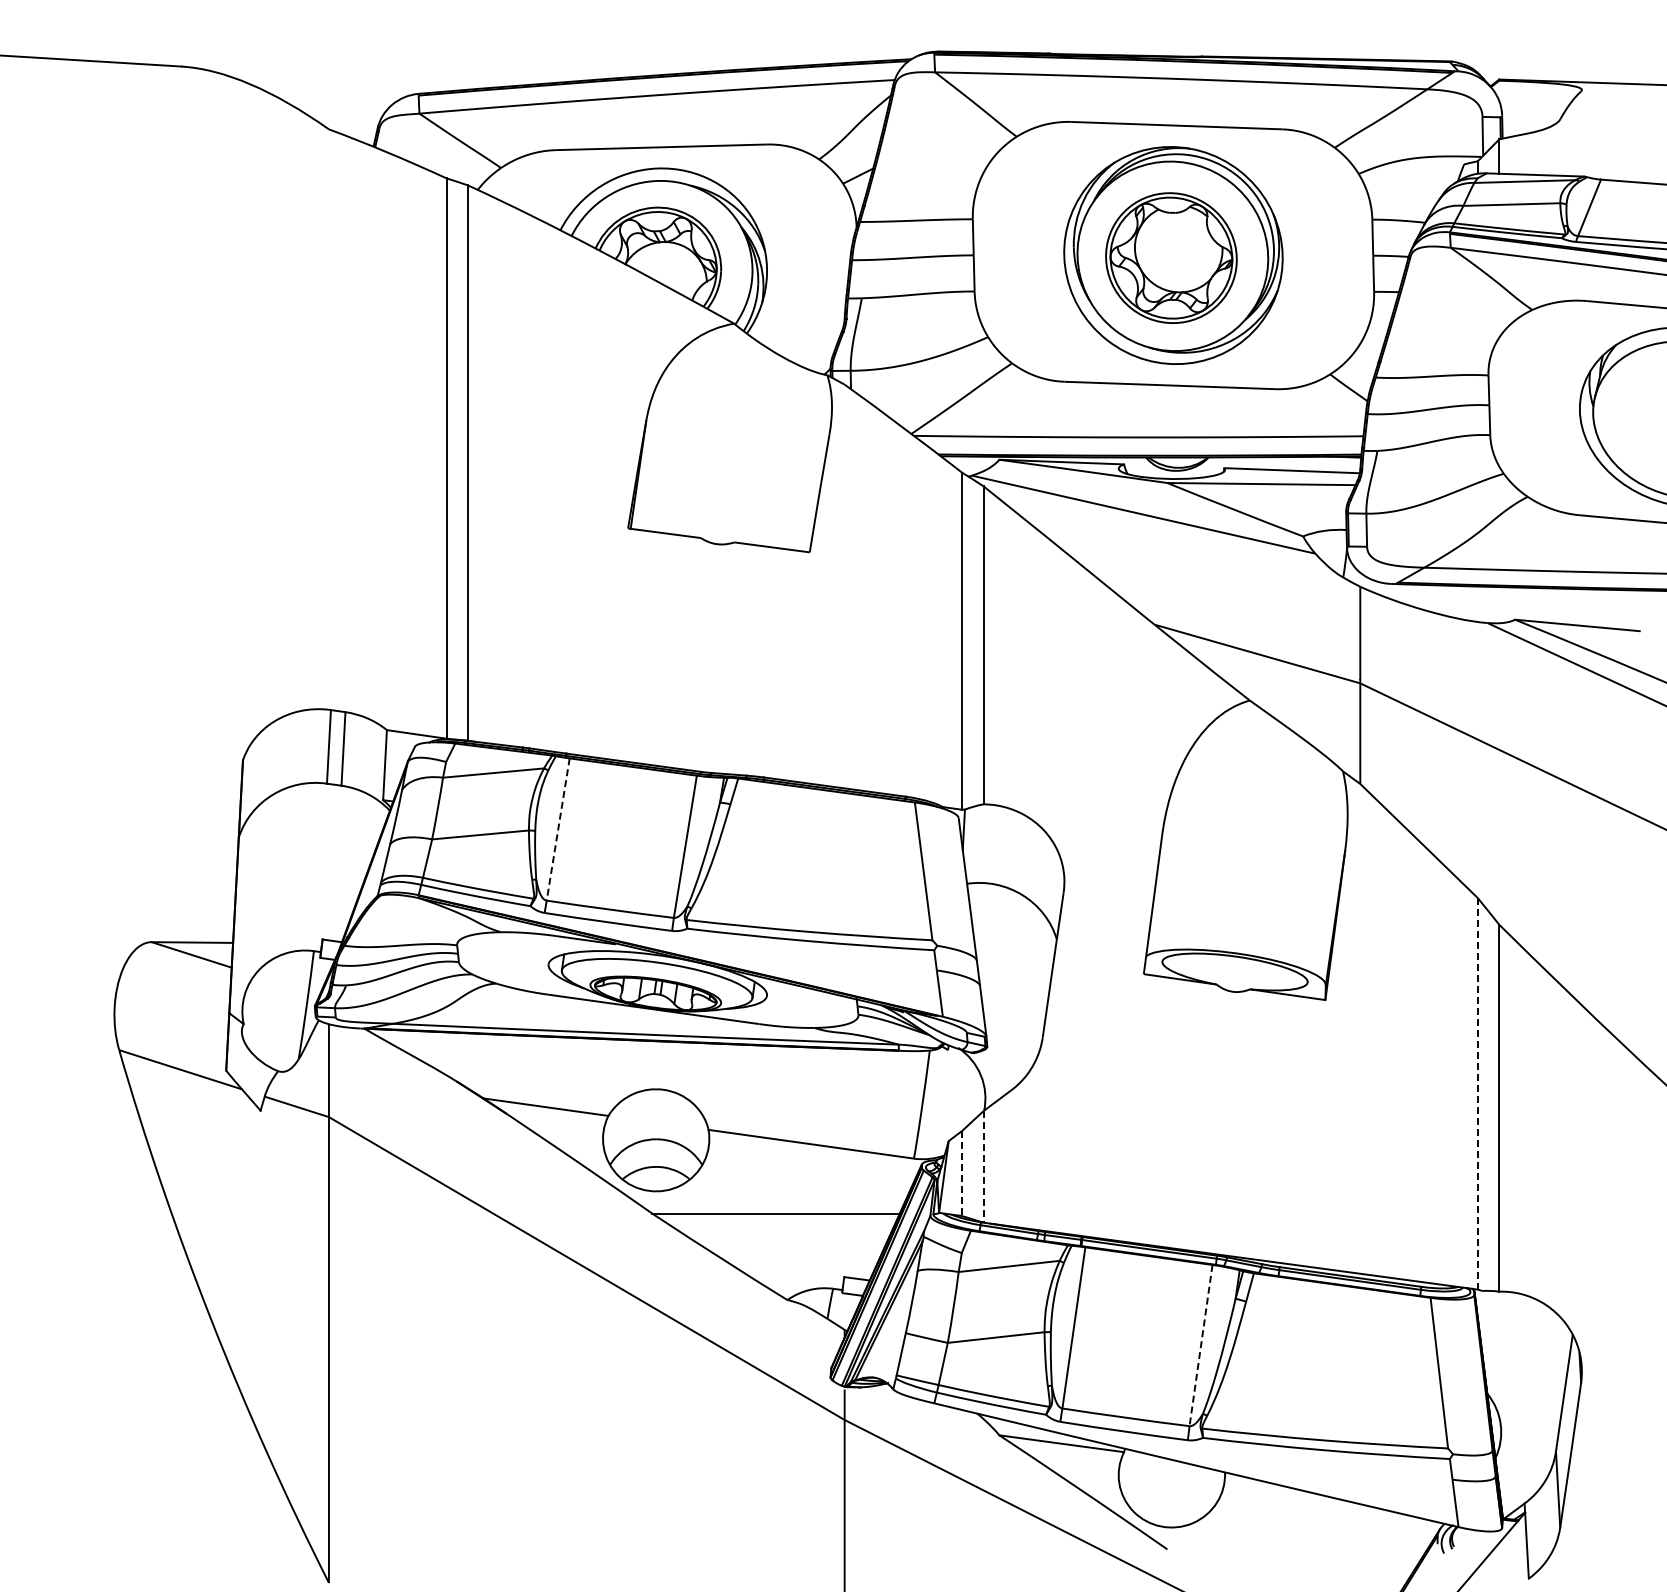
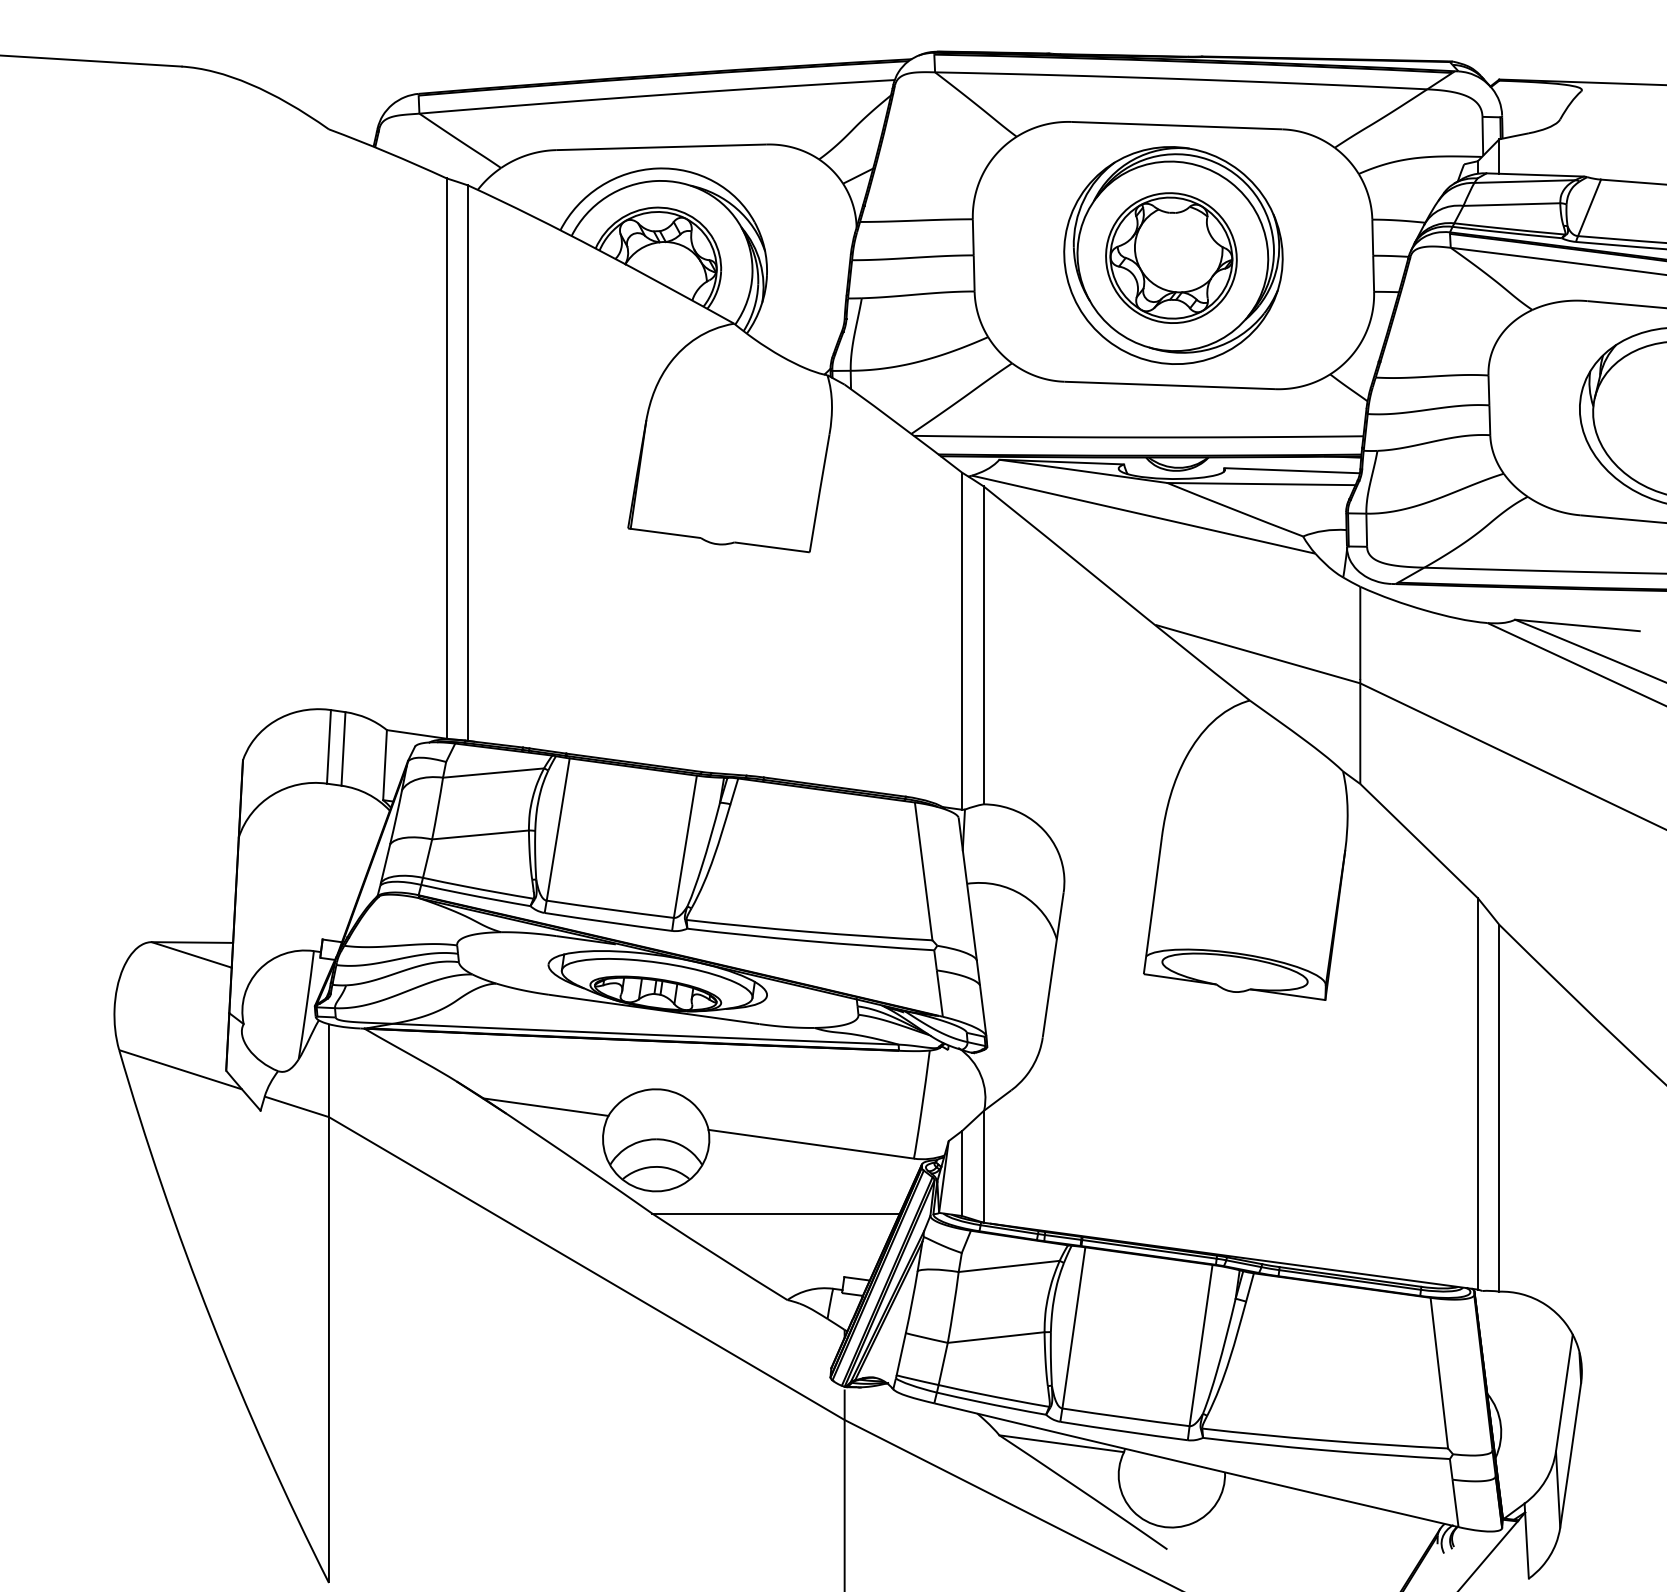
line at (558, 830): dashed -> solid
line at (1477, 1093): dashed -> solid
line at (983, 1166): dashed -> solid
line at (962, 1173): dashed -> solid
line at (1200, 1346): dashed -> solid
